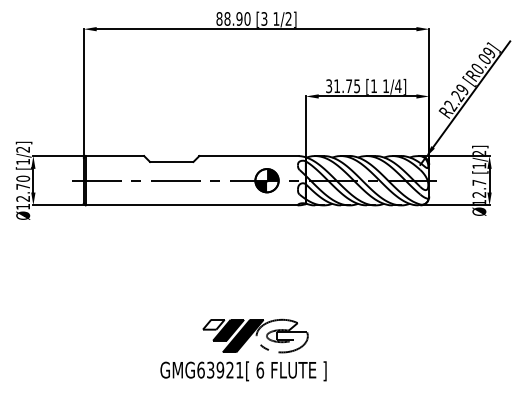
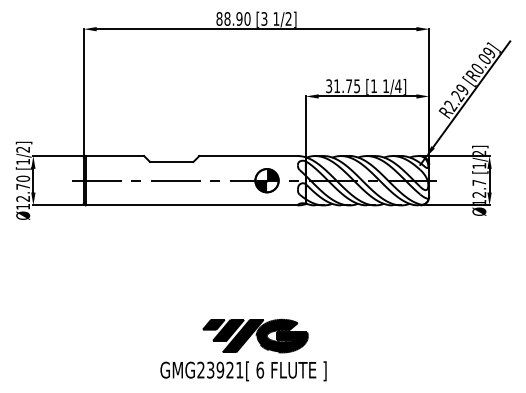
fill at (213, 324): none -> present
fill at (281, 335): none -> present
text at (200, 369): GMG63921[ -> GMG23921[
